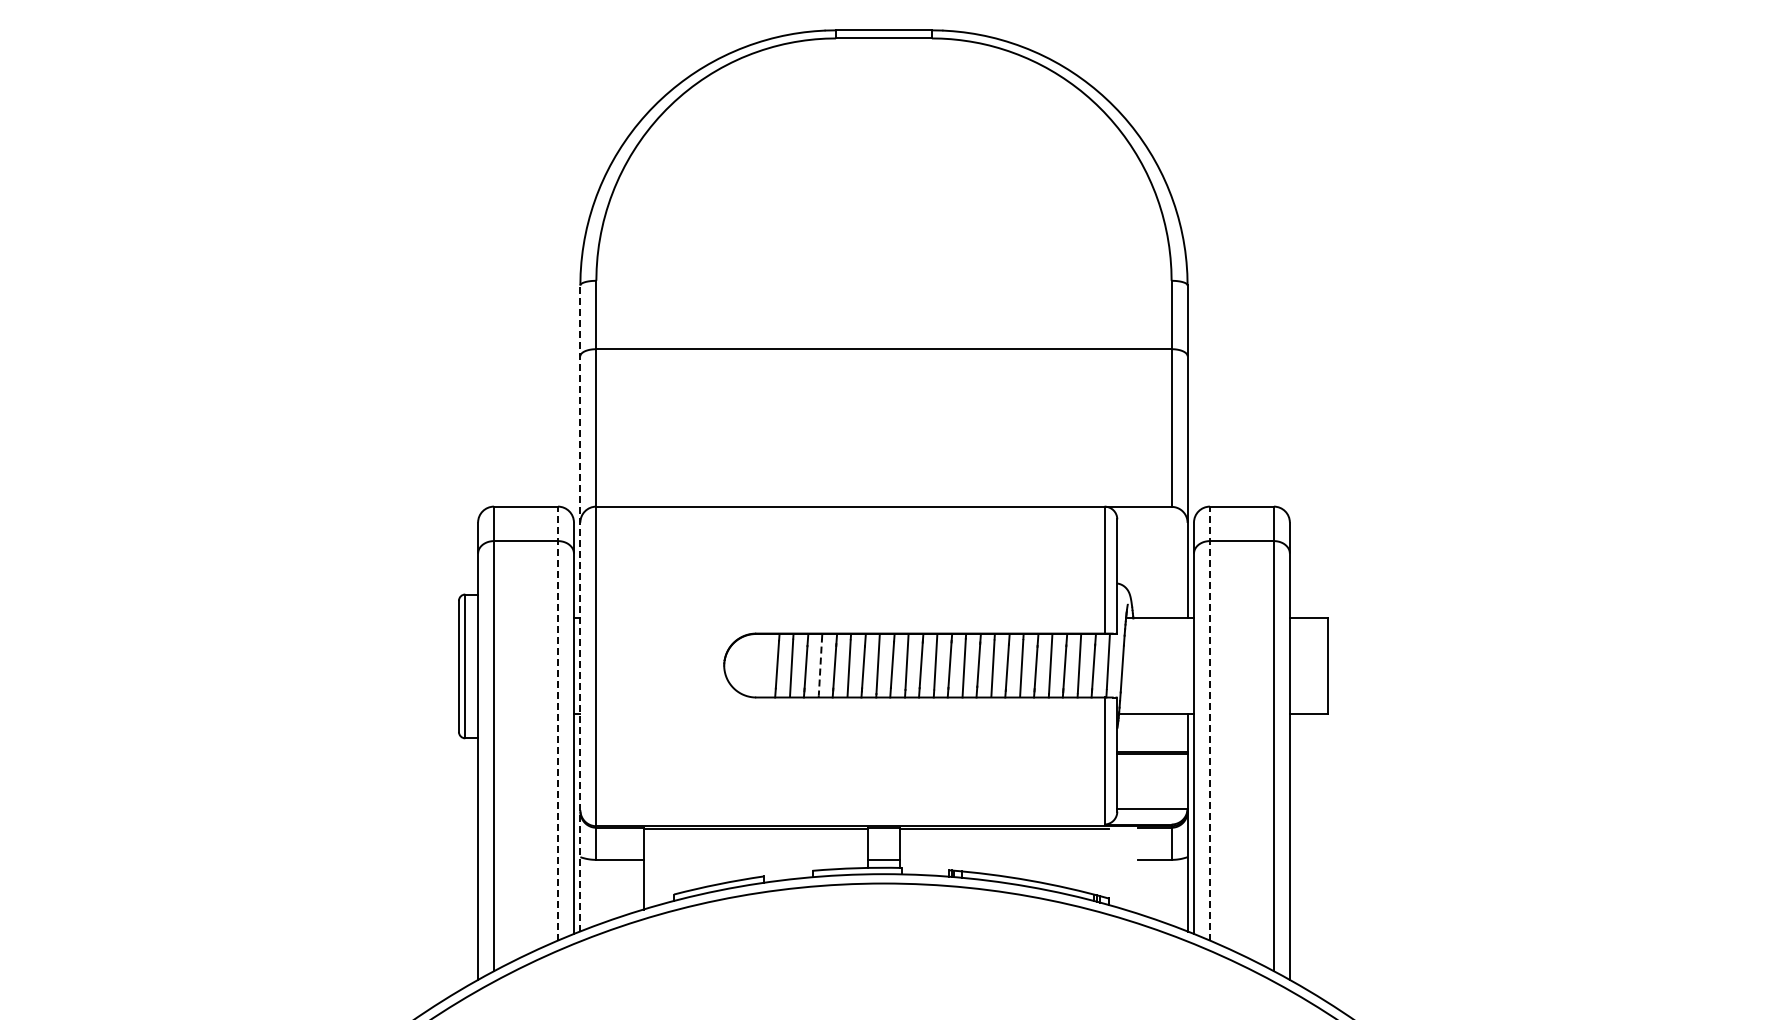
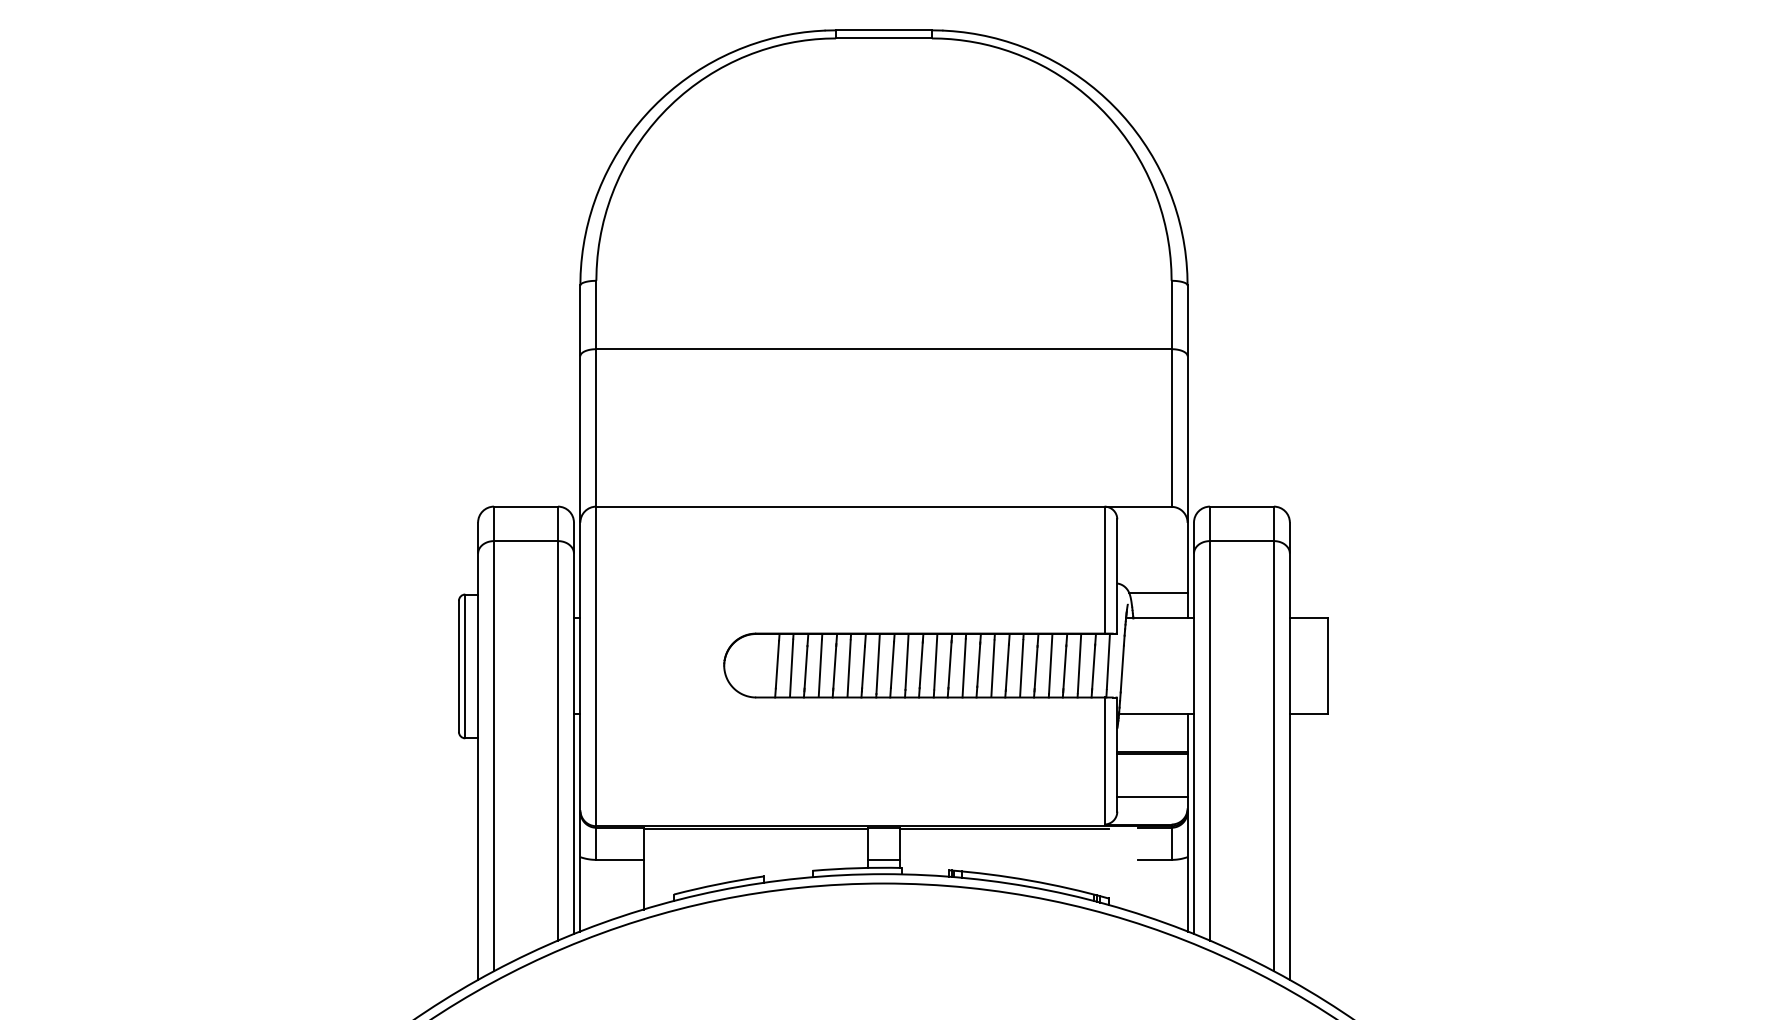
line at (1158, 593): none -> present
line at (580, 608): dashed -> solid
line at (820, 668): dashed -> solid
line at (558, 723): dashed -> solid
line at (1209, 723): dashed -> solid
line at (1152, 808) position: (1152, 808) -> (1152, 796)
